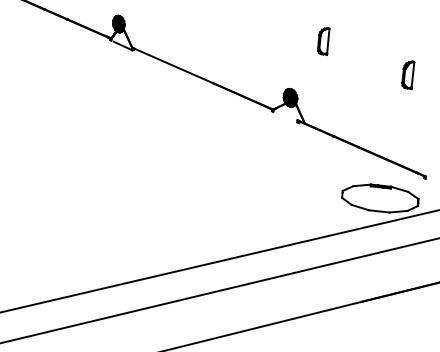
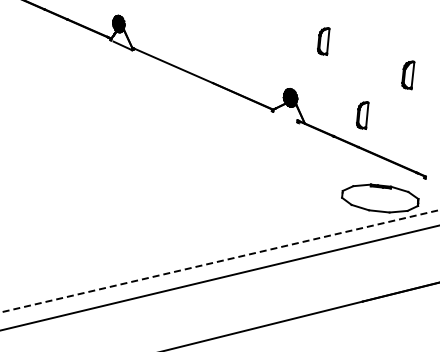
part at (362, 115): none -> present
line at (220, 261): solid -> dashed
line at (219, 290) position: (219, 290) -> (219, 278)
